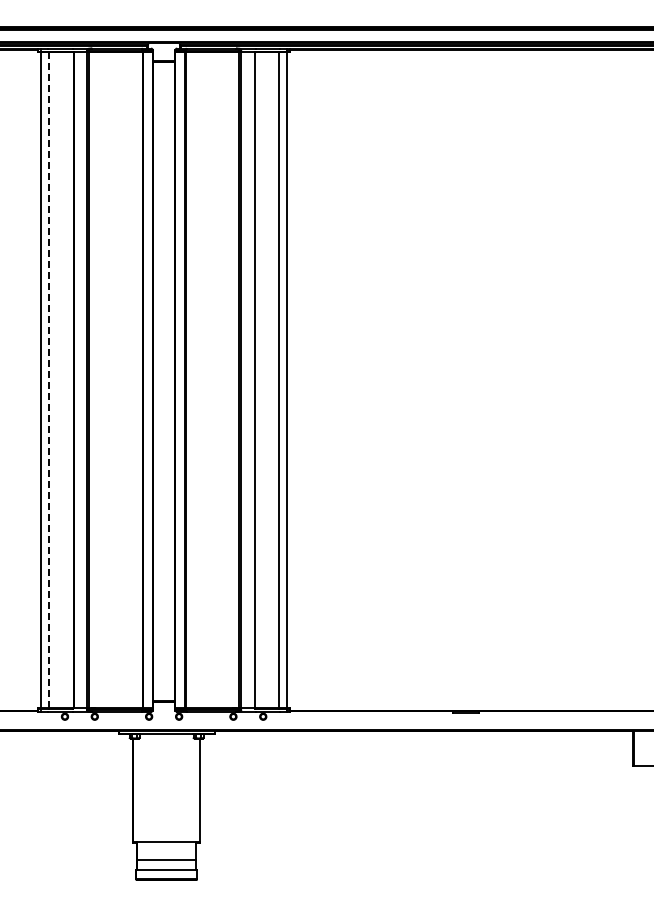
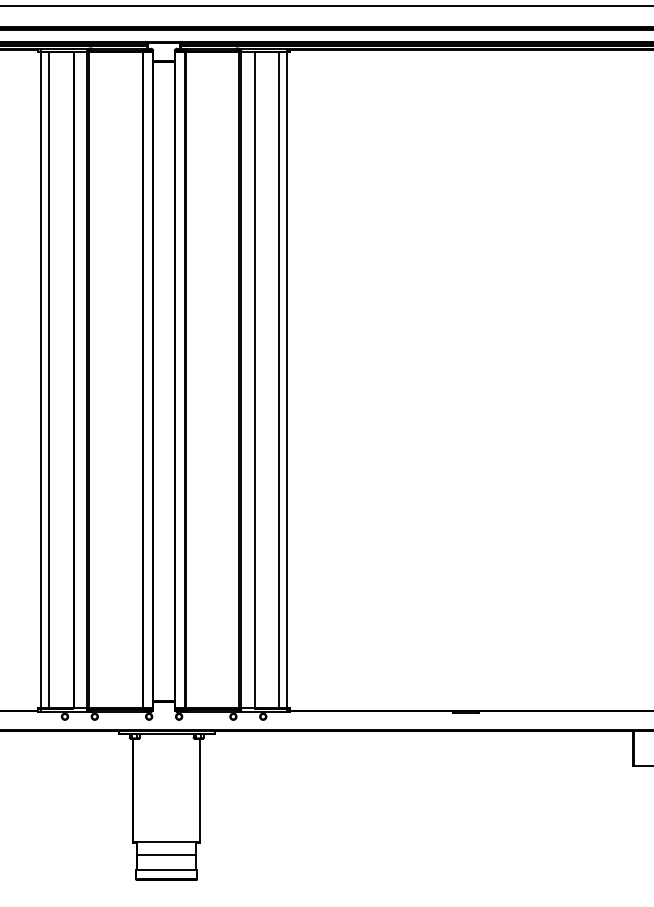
line at (326, 6): none -> present
line at (49, 380): dashed -> solid
line at (166, 859) position: (166, 859) -> (166, 854)
